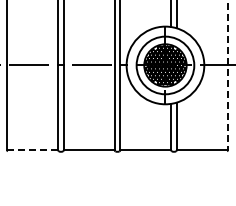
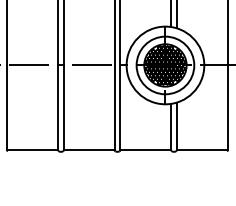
line at (227, 75): dashed -> solid
line at (33, 150): dashed -> solid
